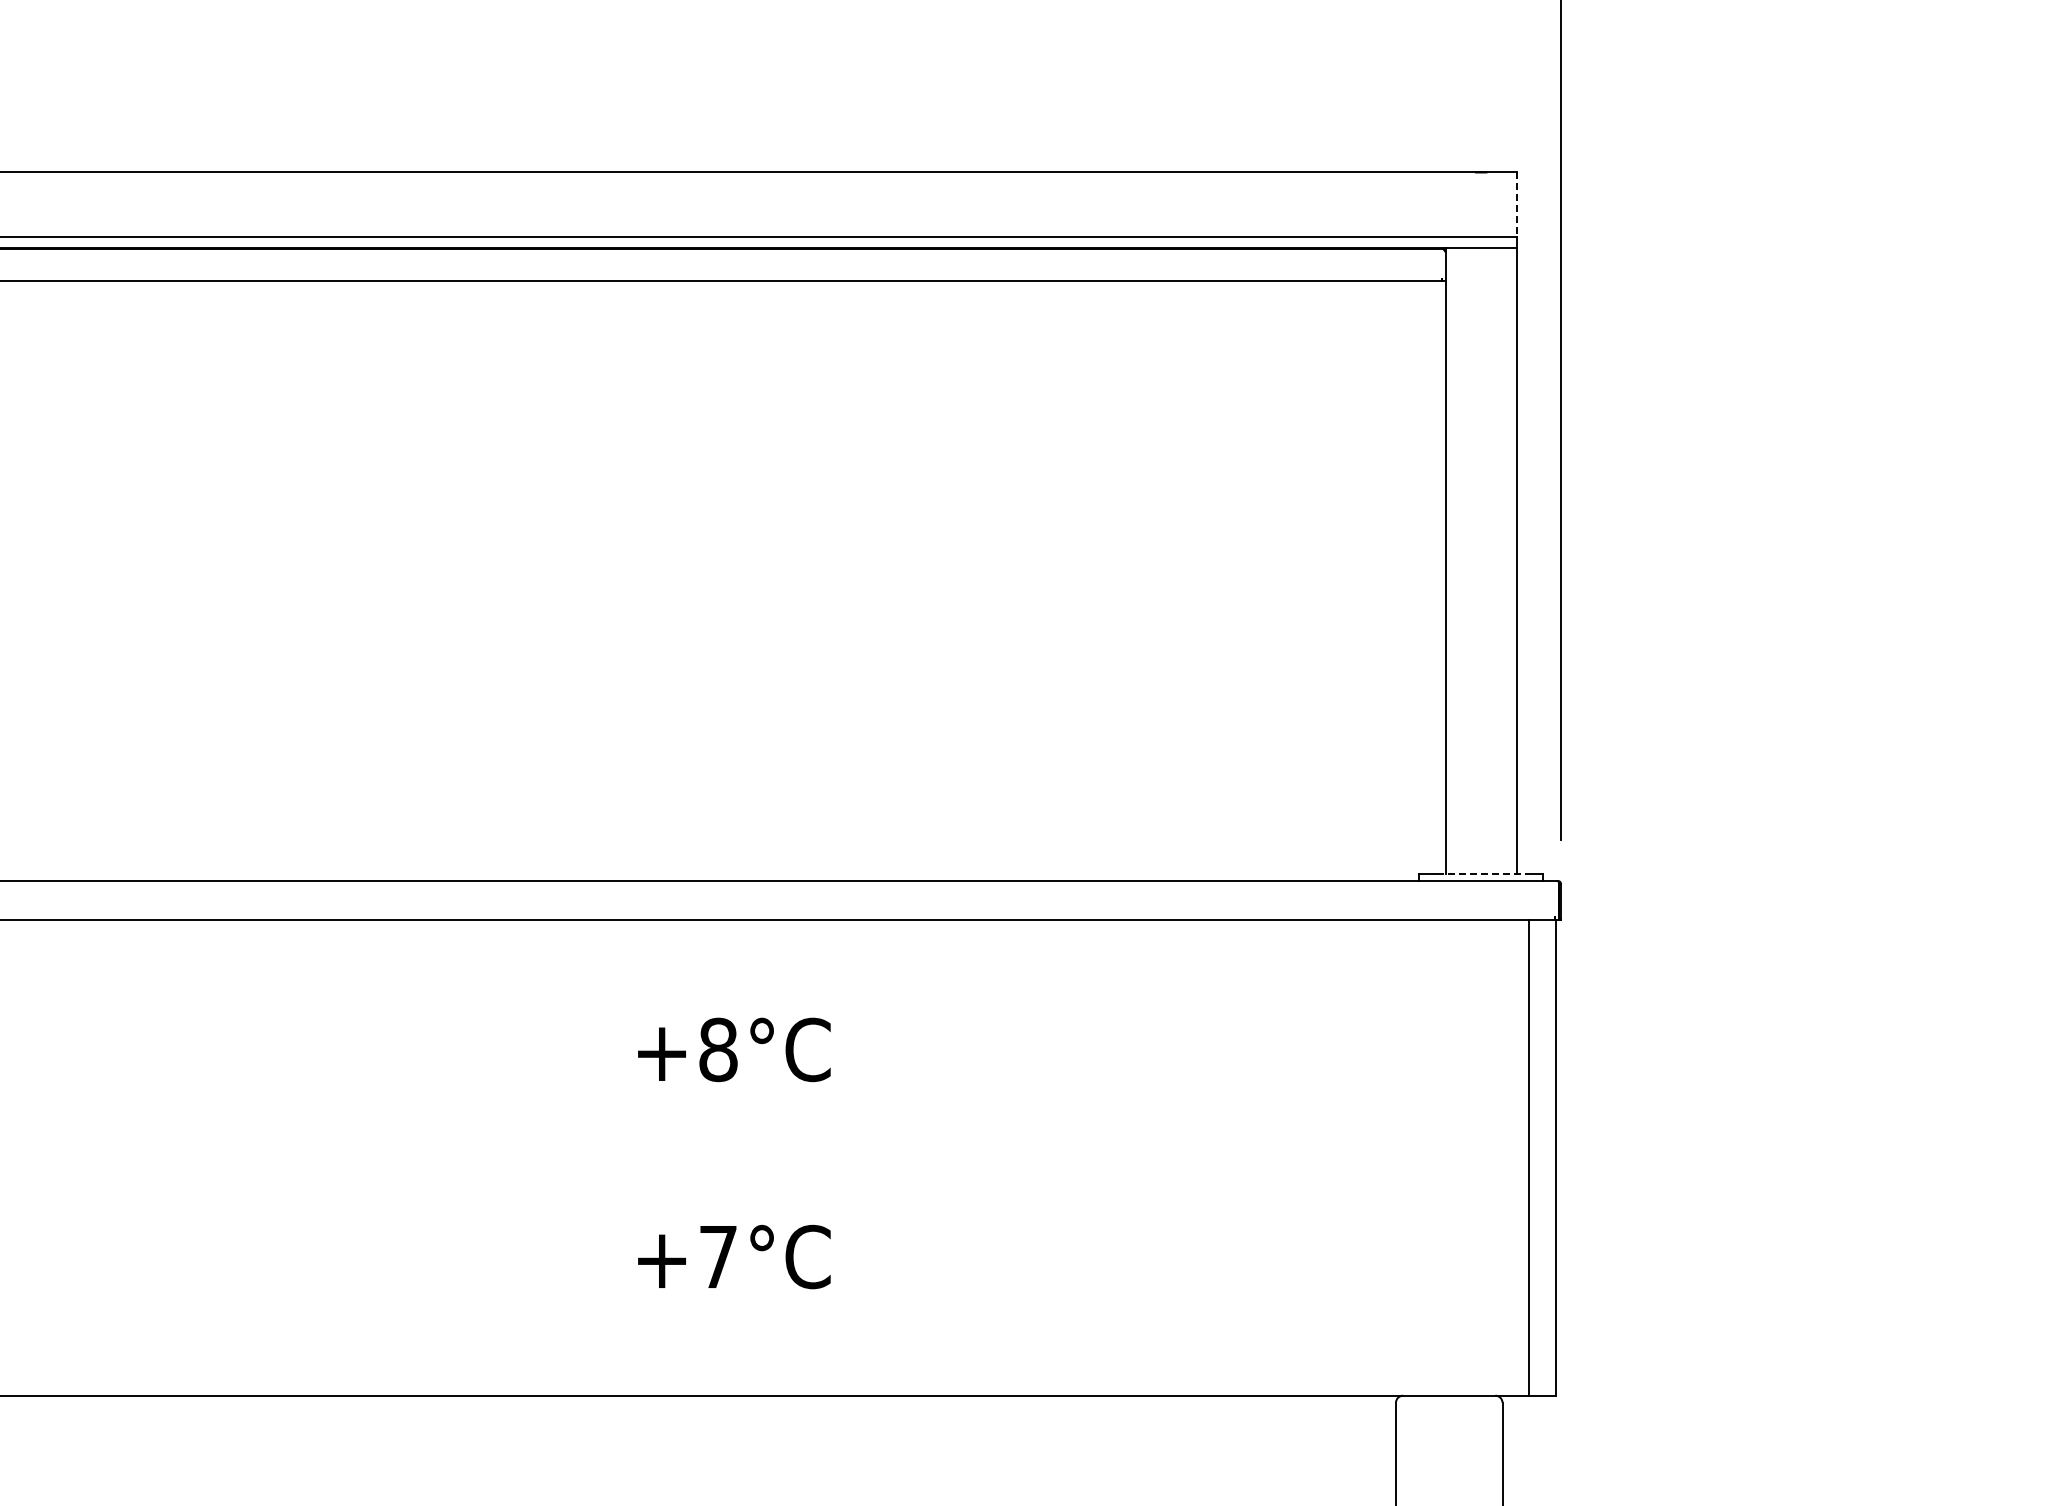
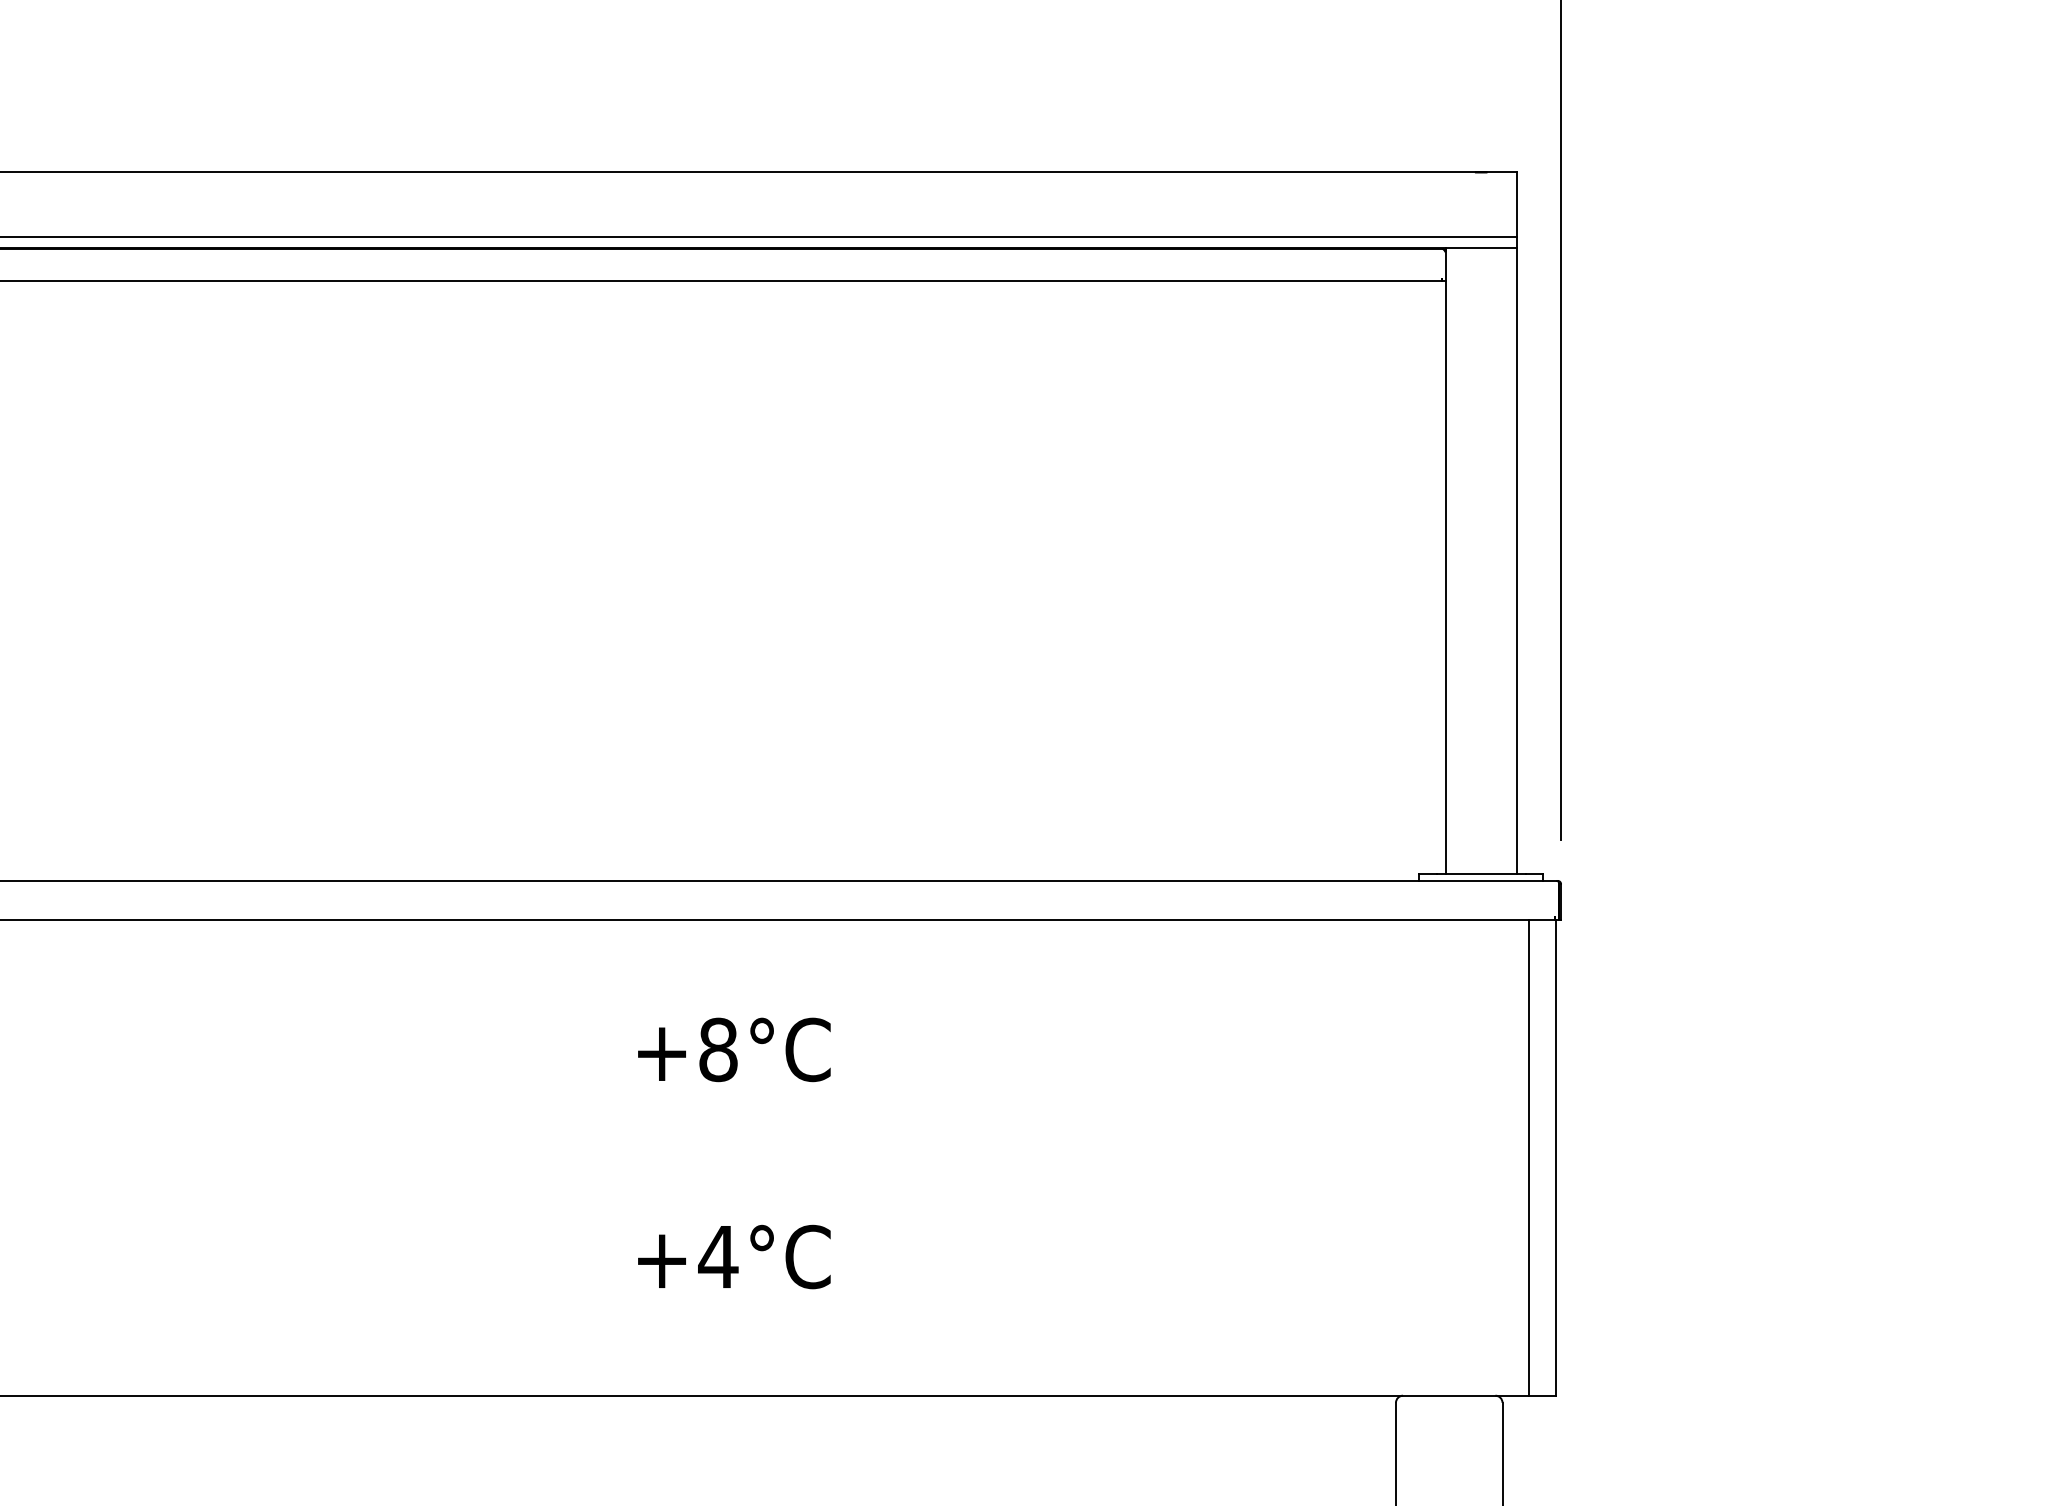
line at (1516, 204): dashed -> solid
line at (1481, 873): dashed -> solid
text at (718, 1256): +7°C -> +4°C
